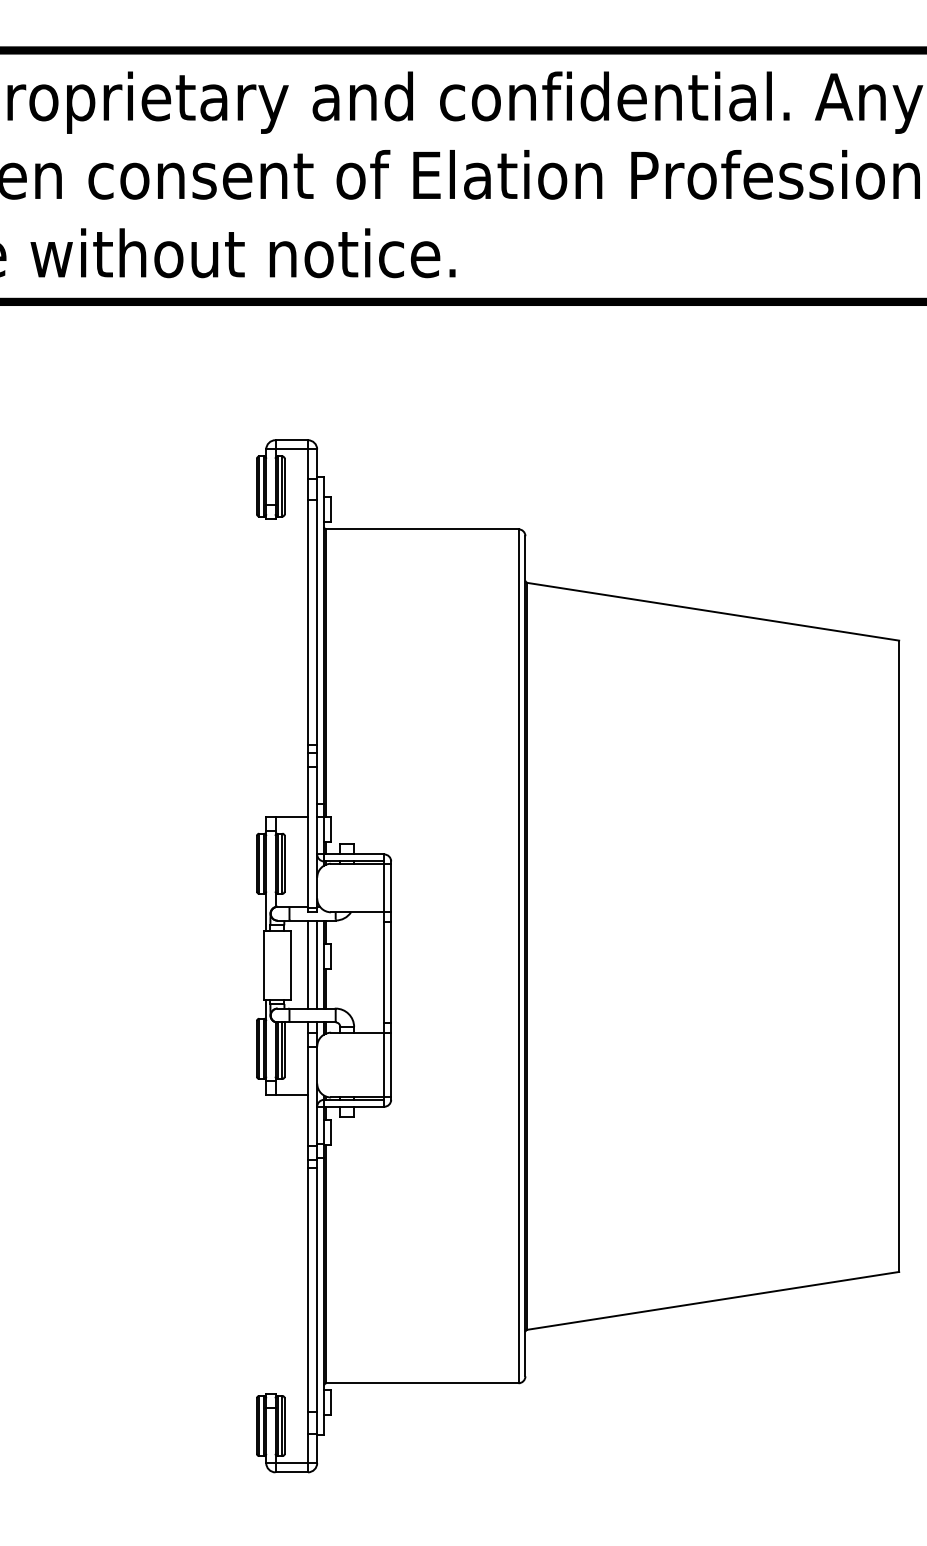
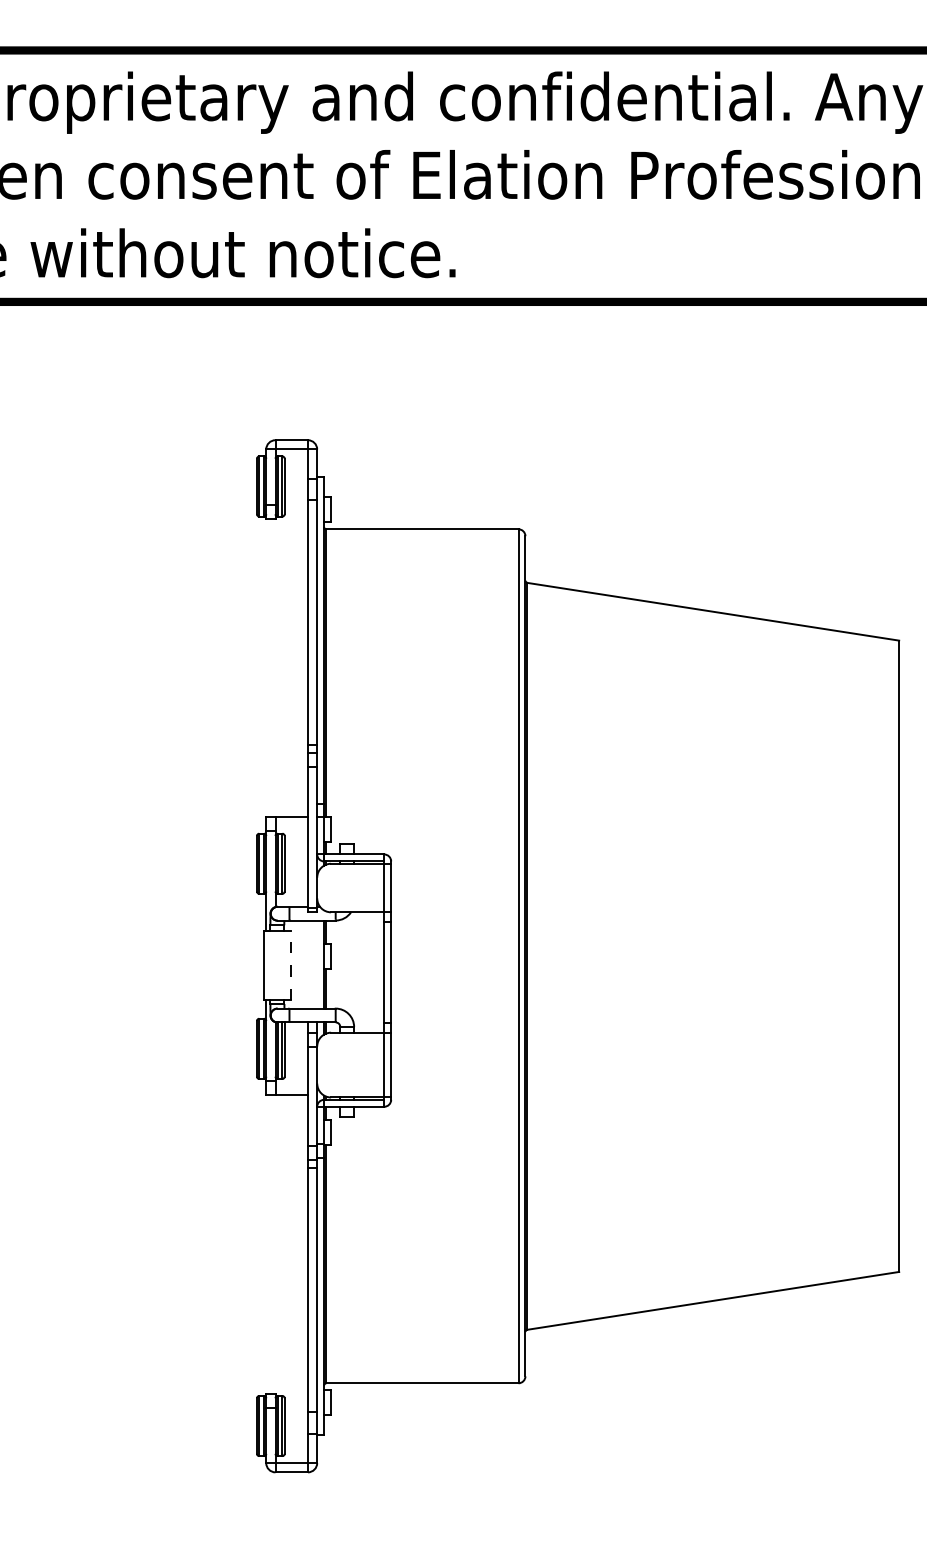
line at (307, 964): present -> none
line at (317, 964): present -> none
line at (291, 965): solid -> dashed
